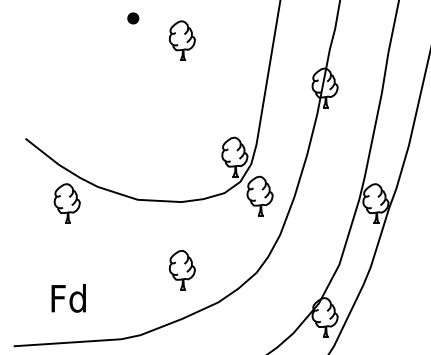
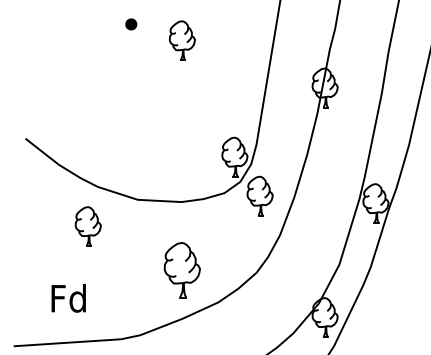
part at (133, 18) position: (133, 18) -> (131, 24)
part at (66, 203) position: (66, 203) -> (87, 226)
part at (182, 270) size: 27x41 px -> 38x57 px
